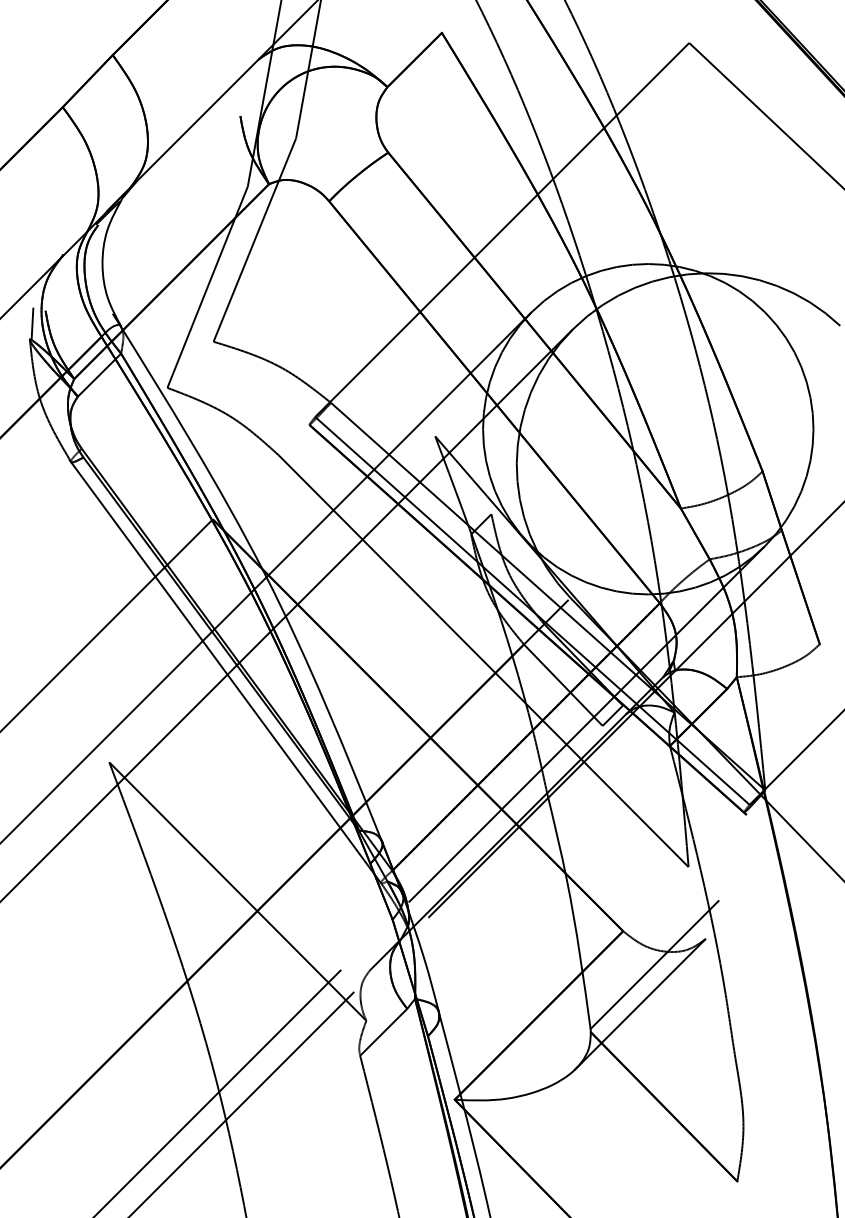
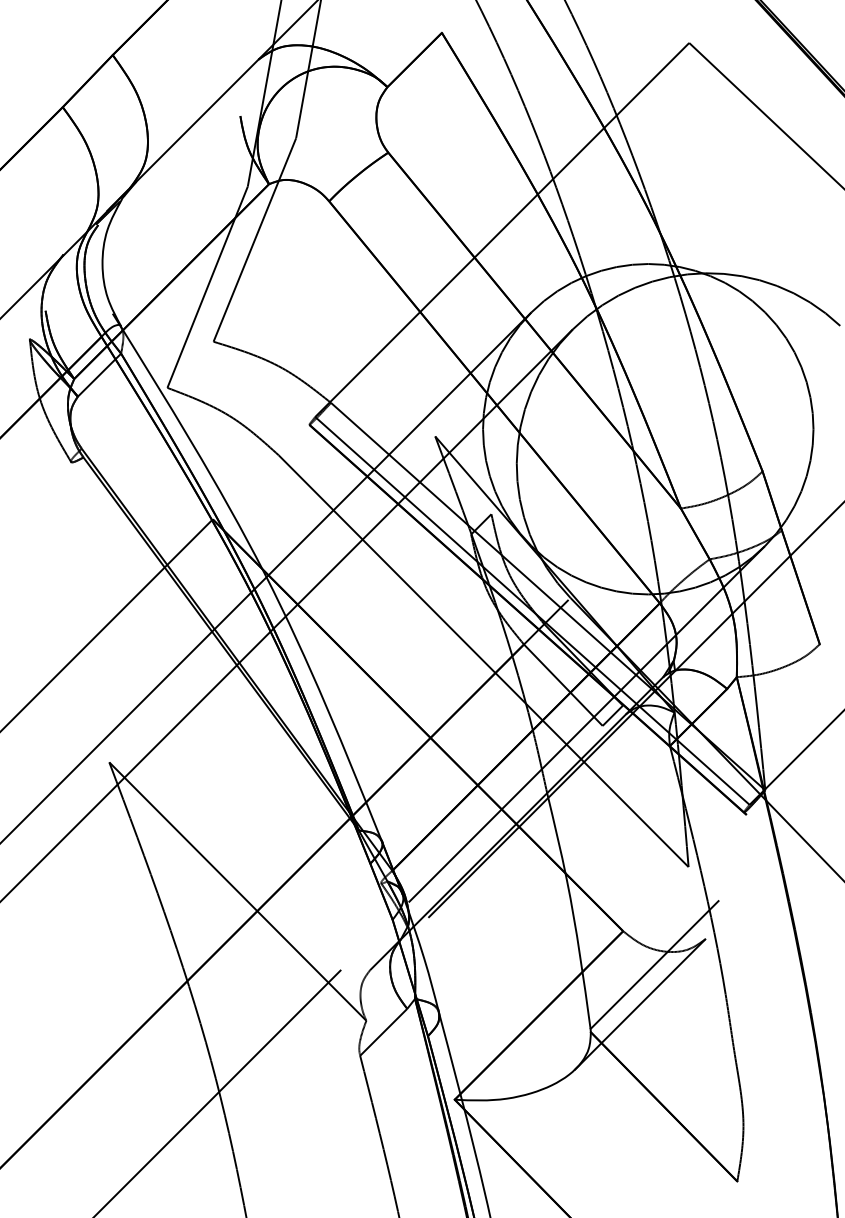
line at (32, 323): present -> none
line at (225, 671): present -> none
line at (242, 1102): present -> none
